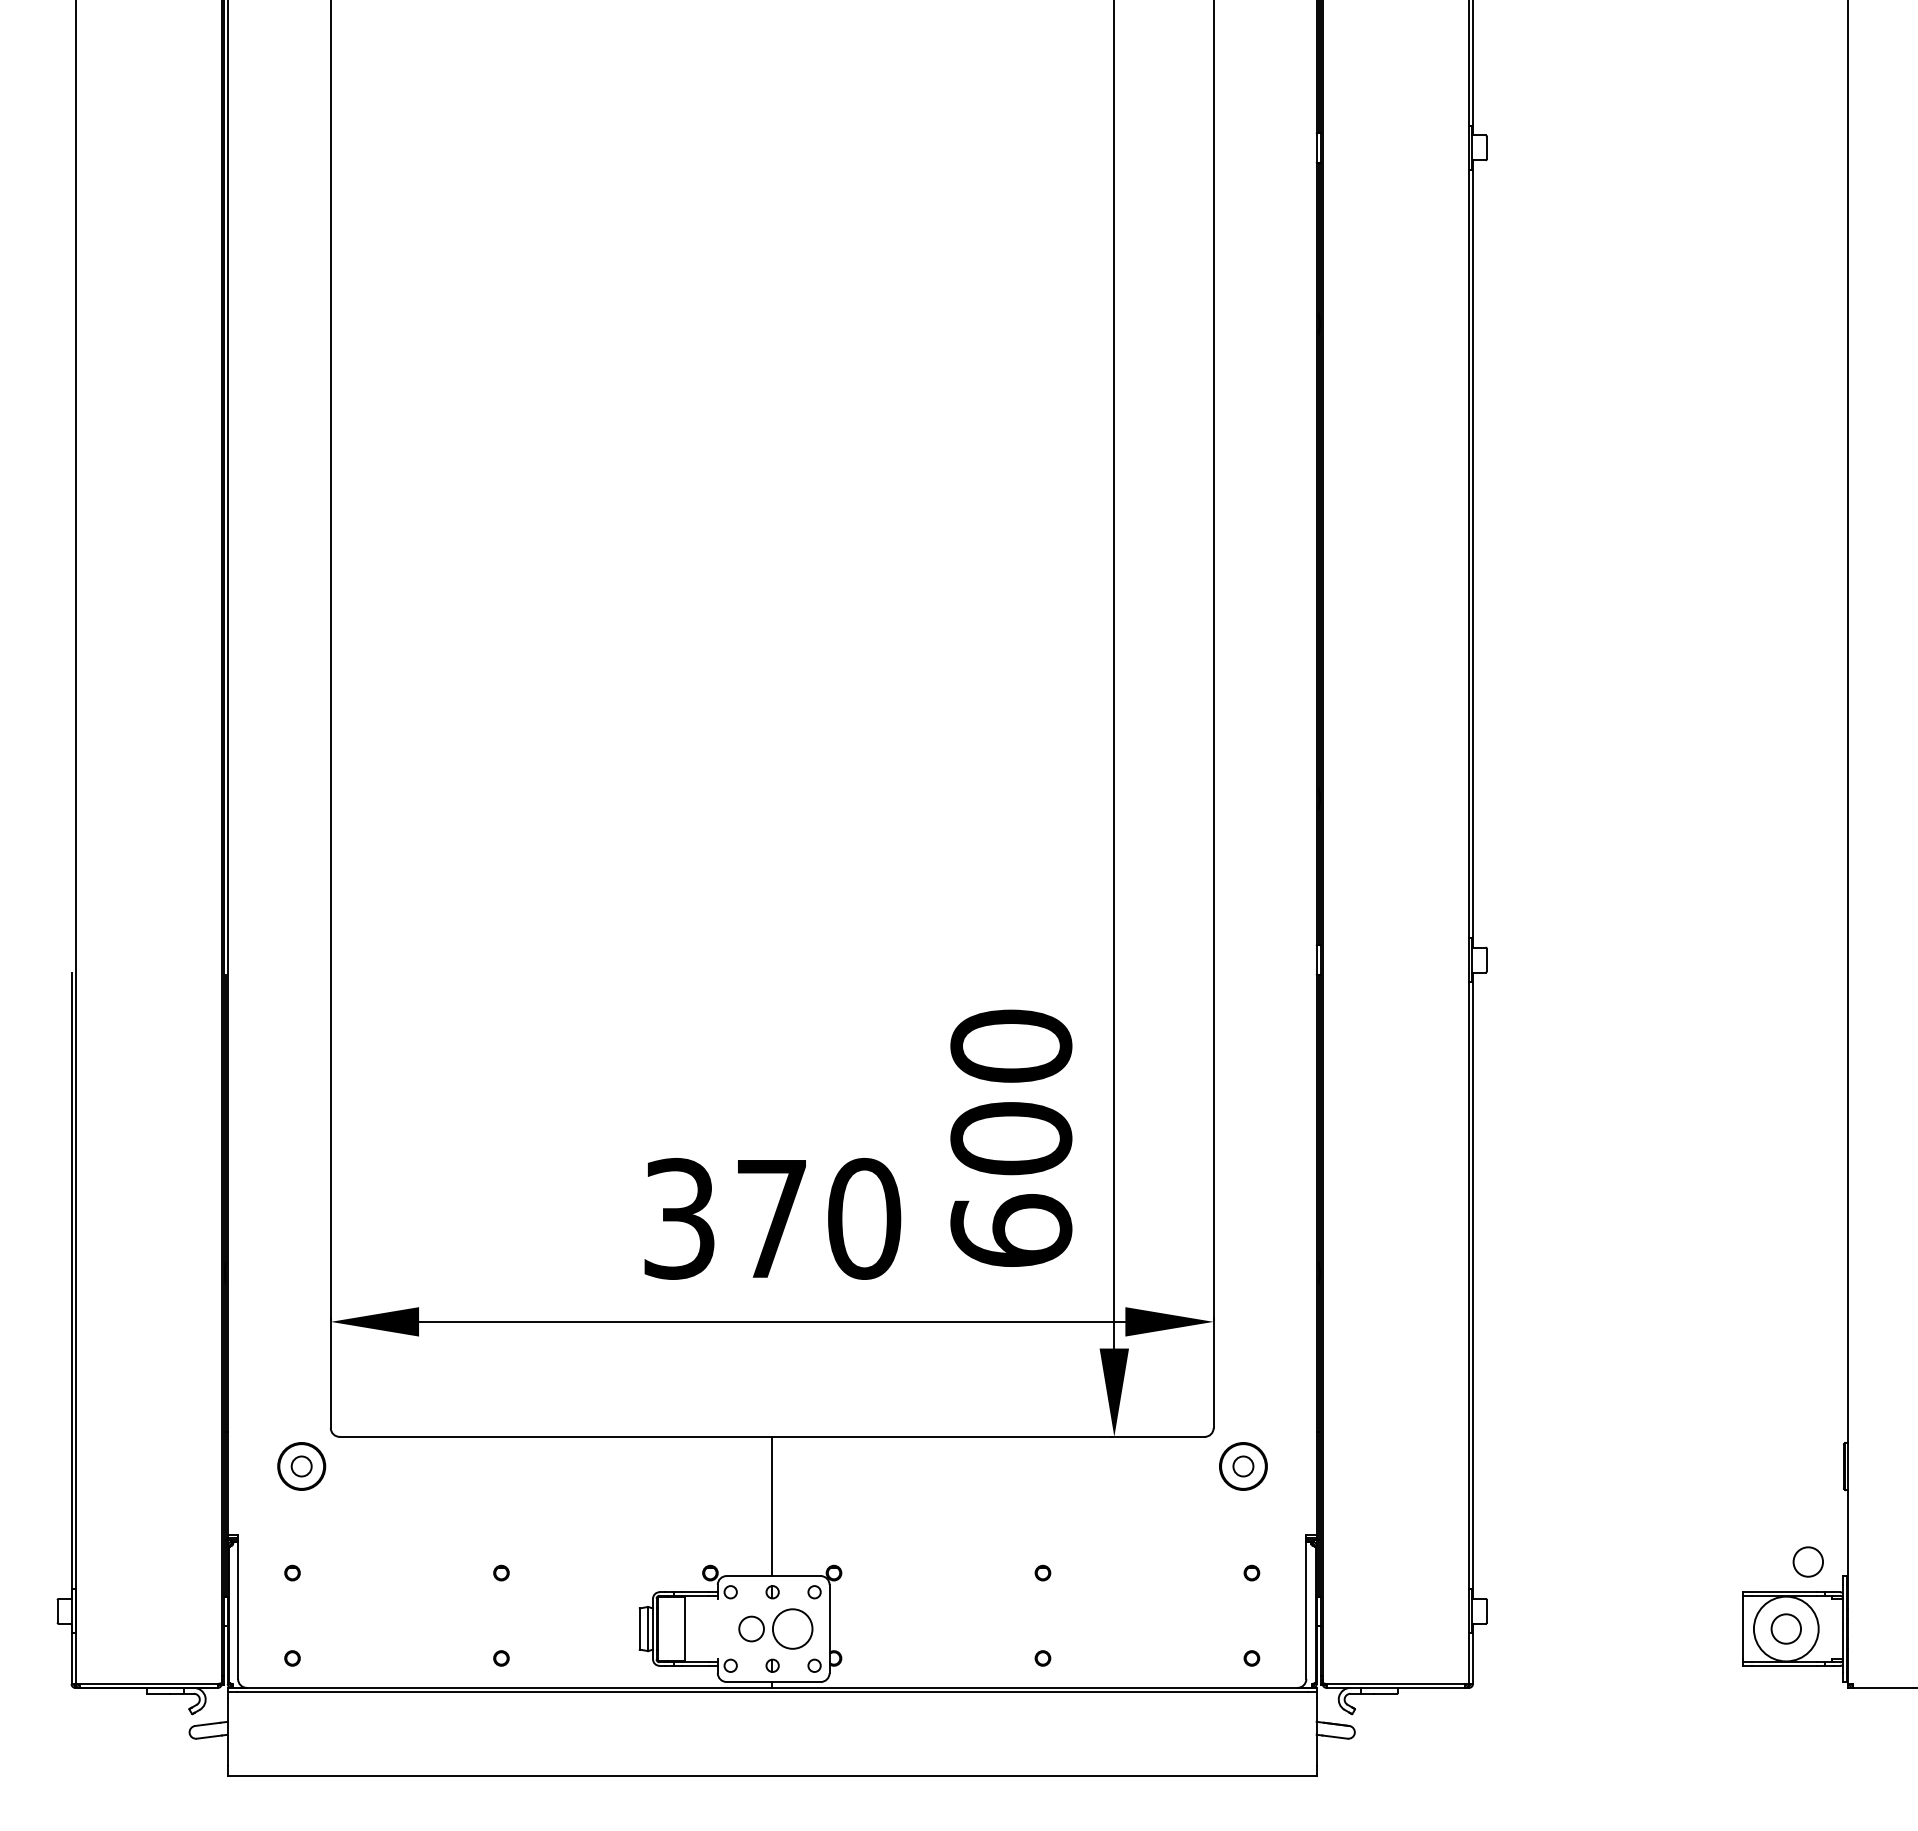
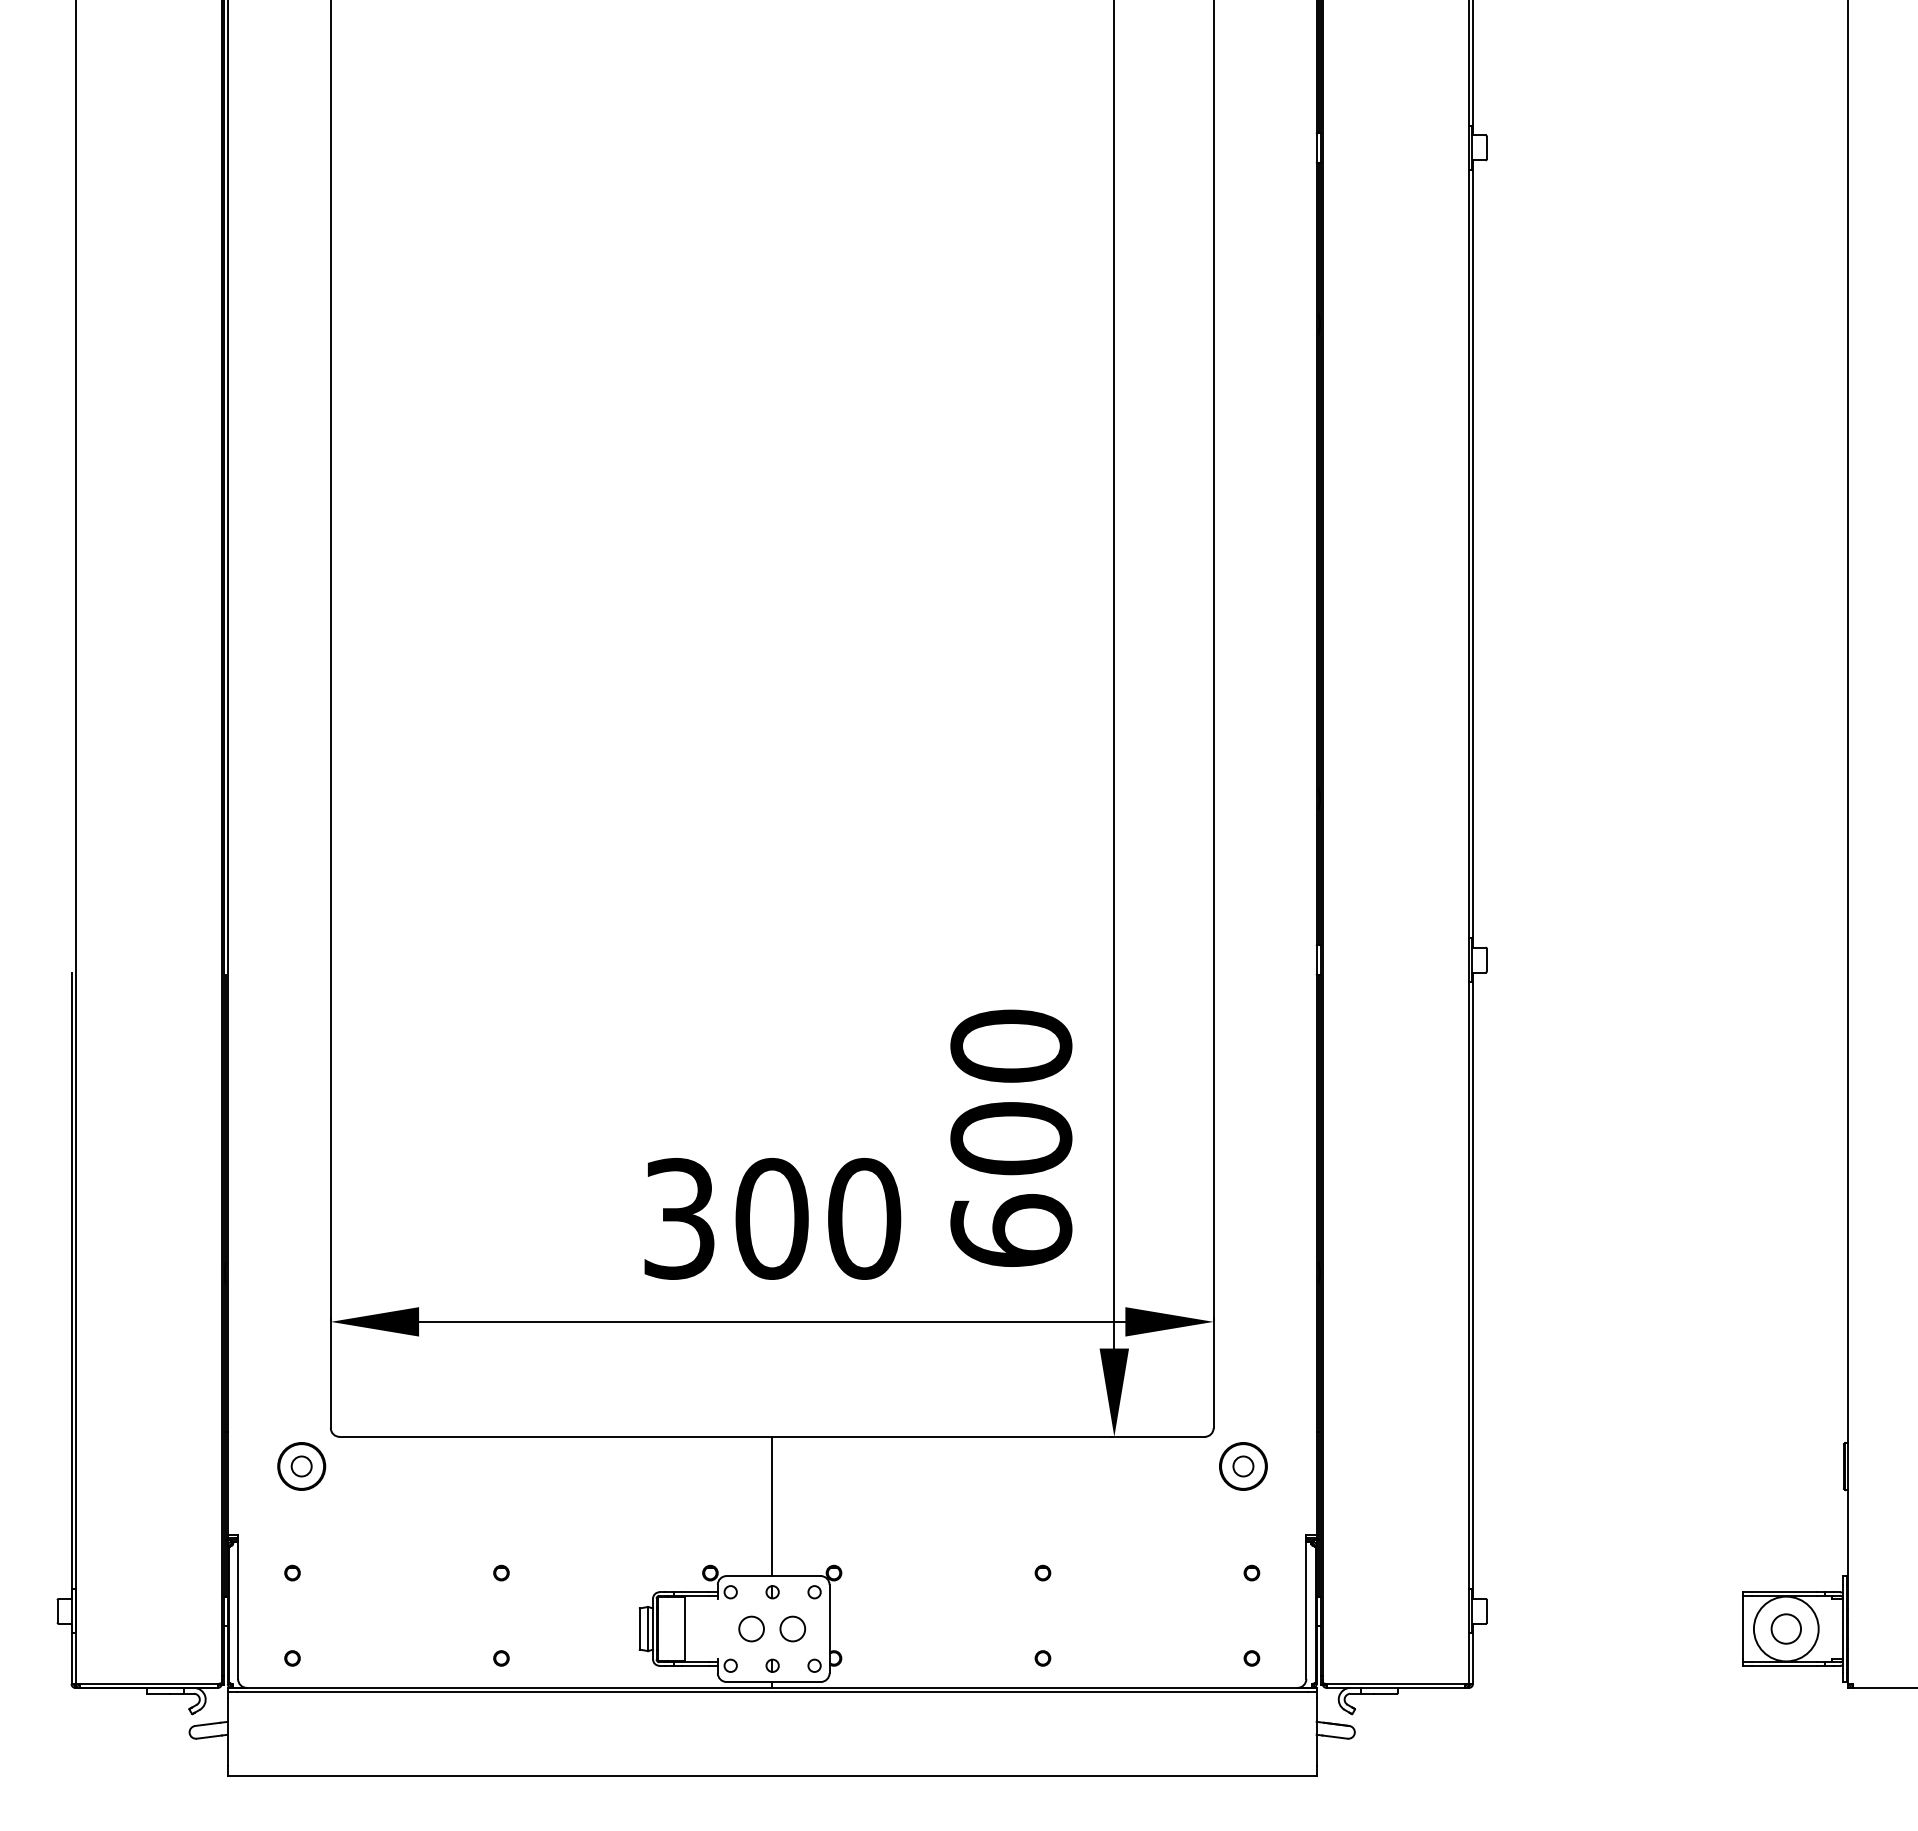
text at (771, 1218): 370 -> 300
circle at (1807, 1561): present -> none
circle at (792, 1628) size: 42x42 px -> 28x28 px
